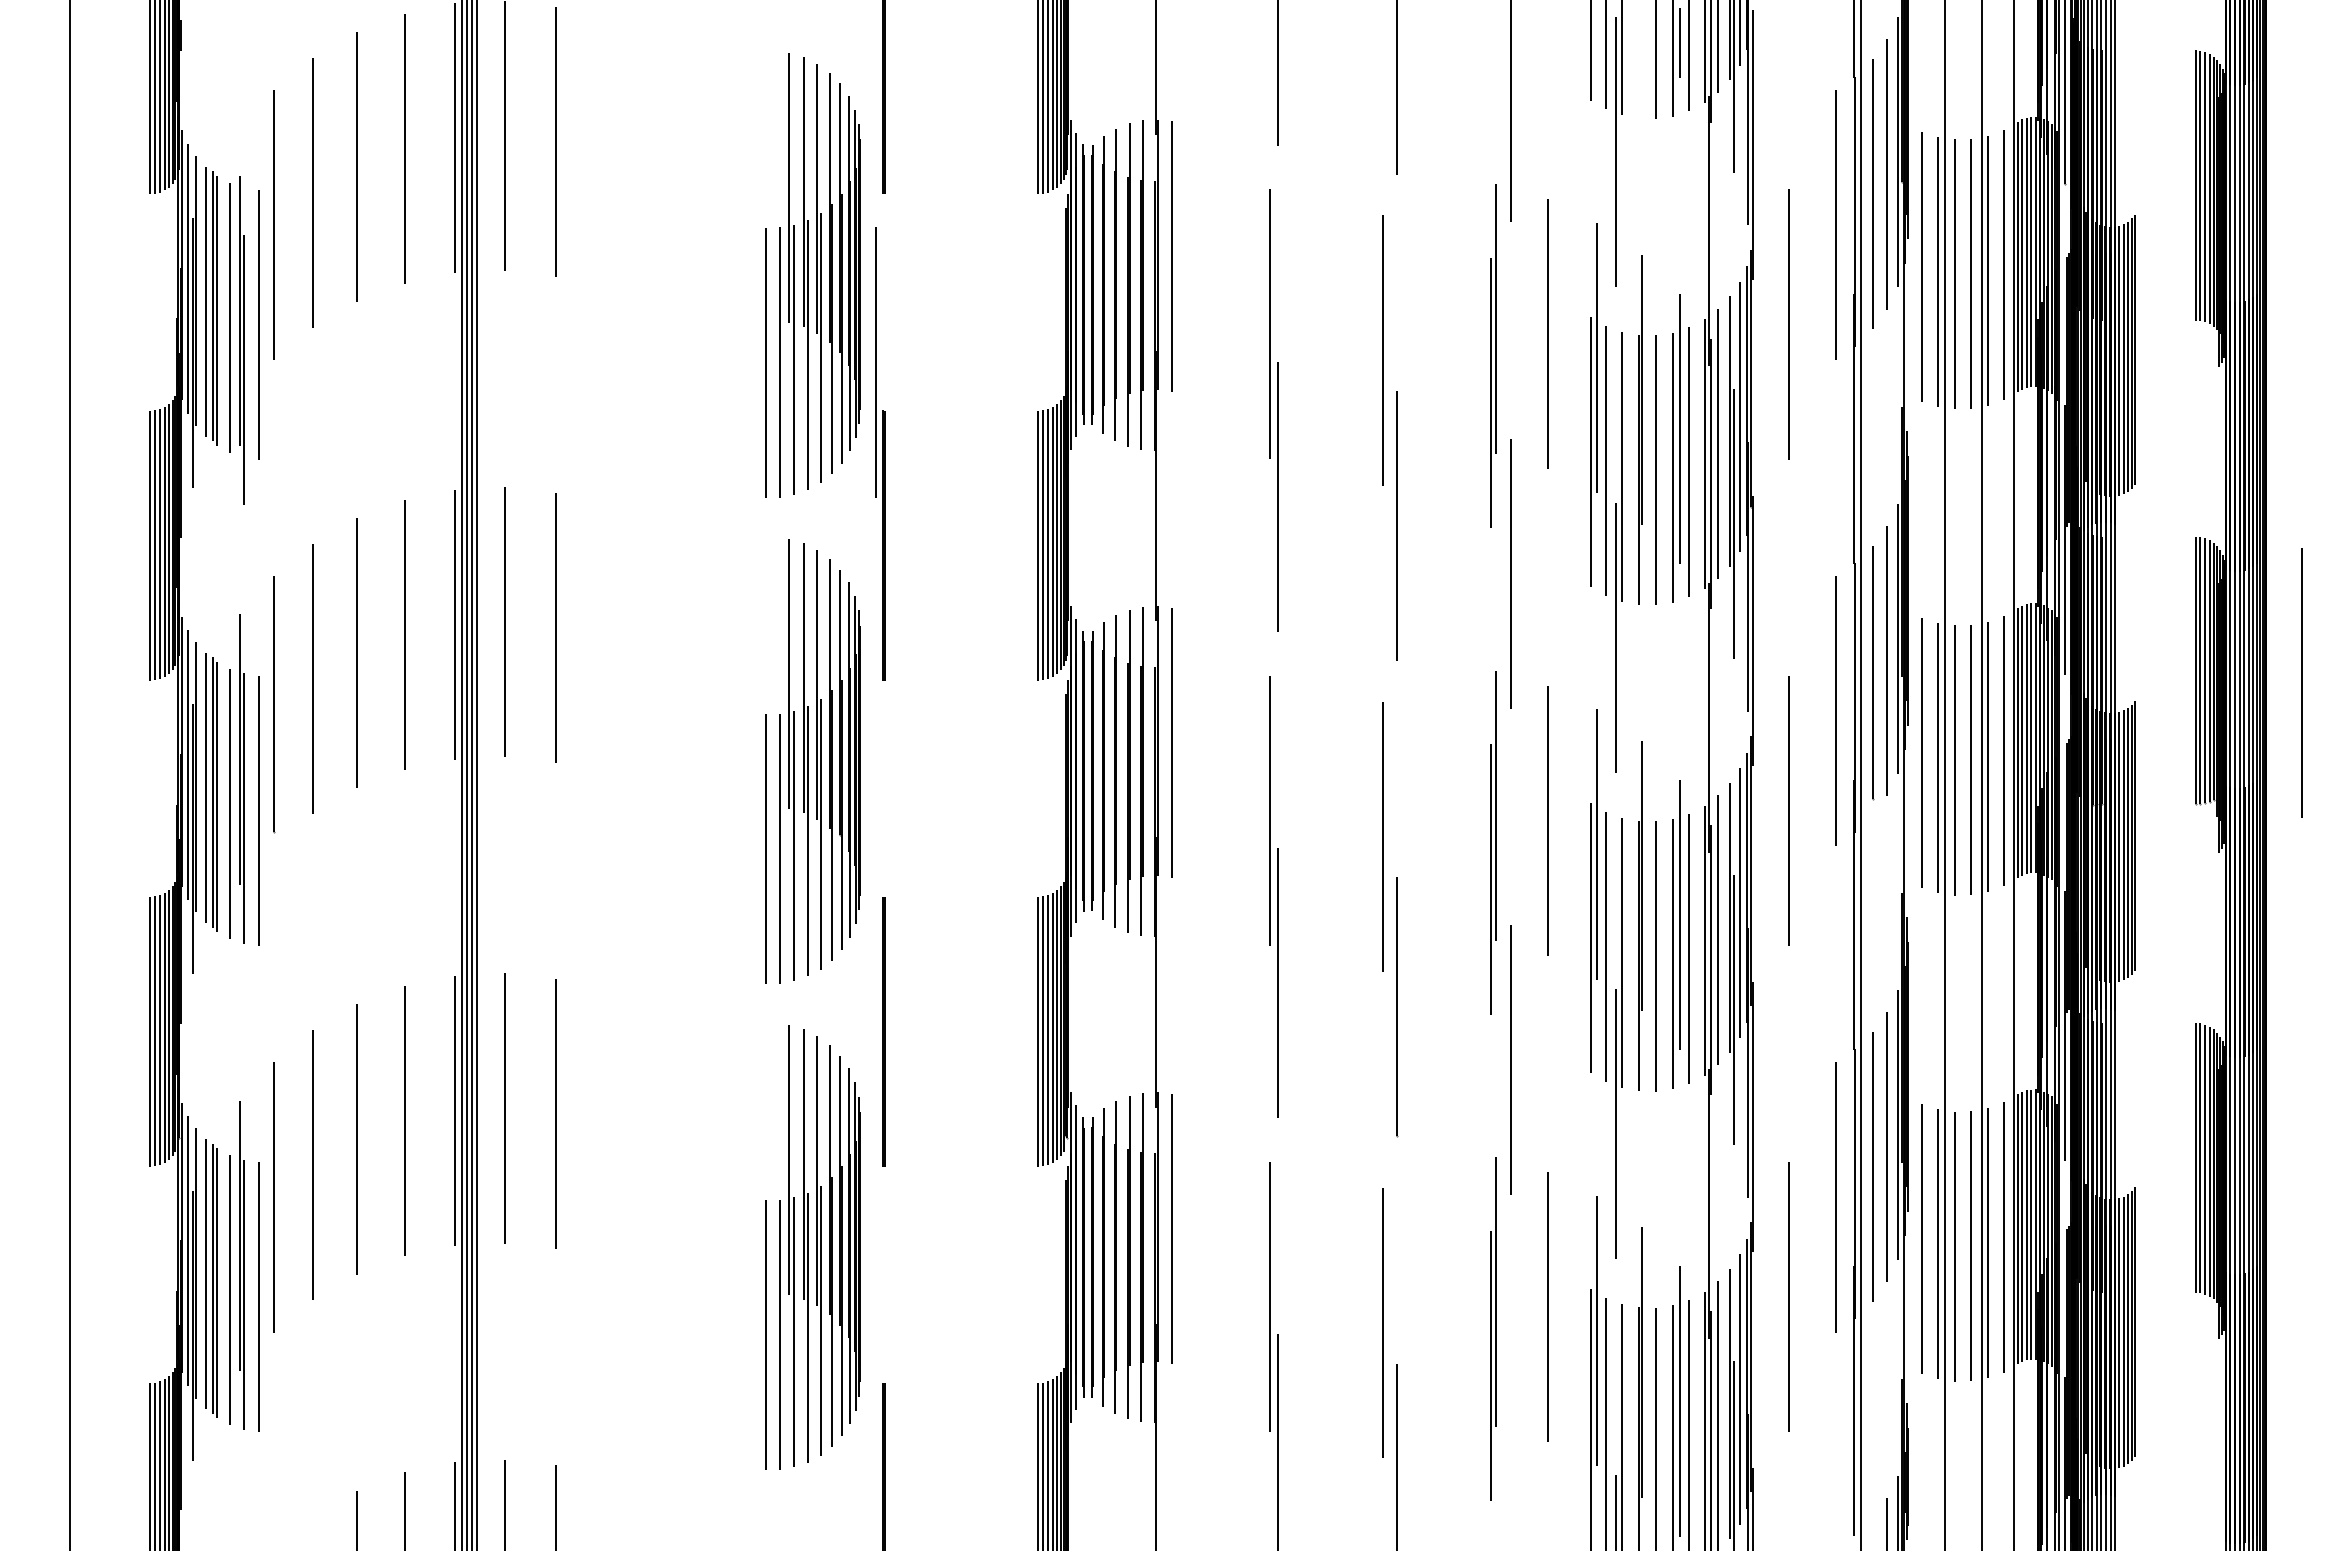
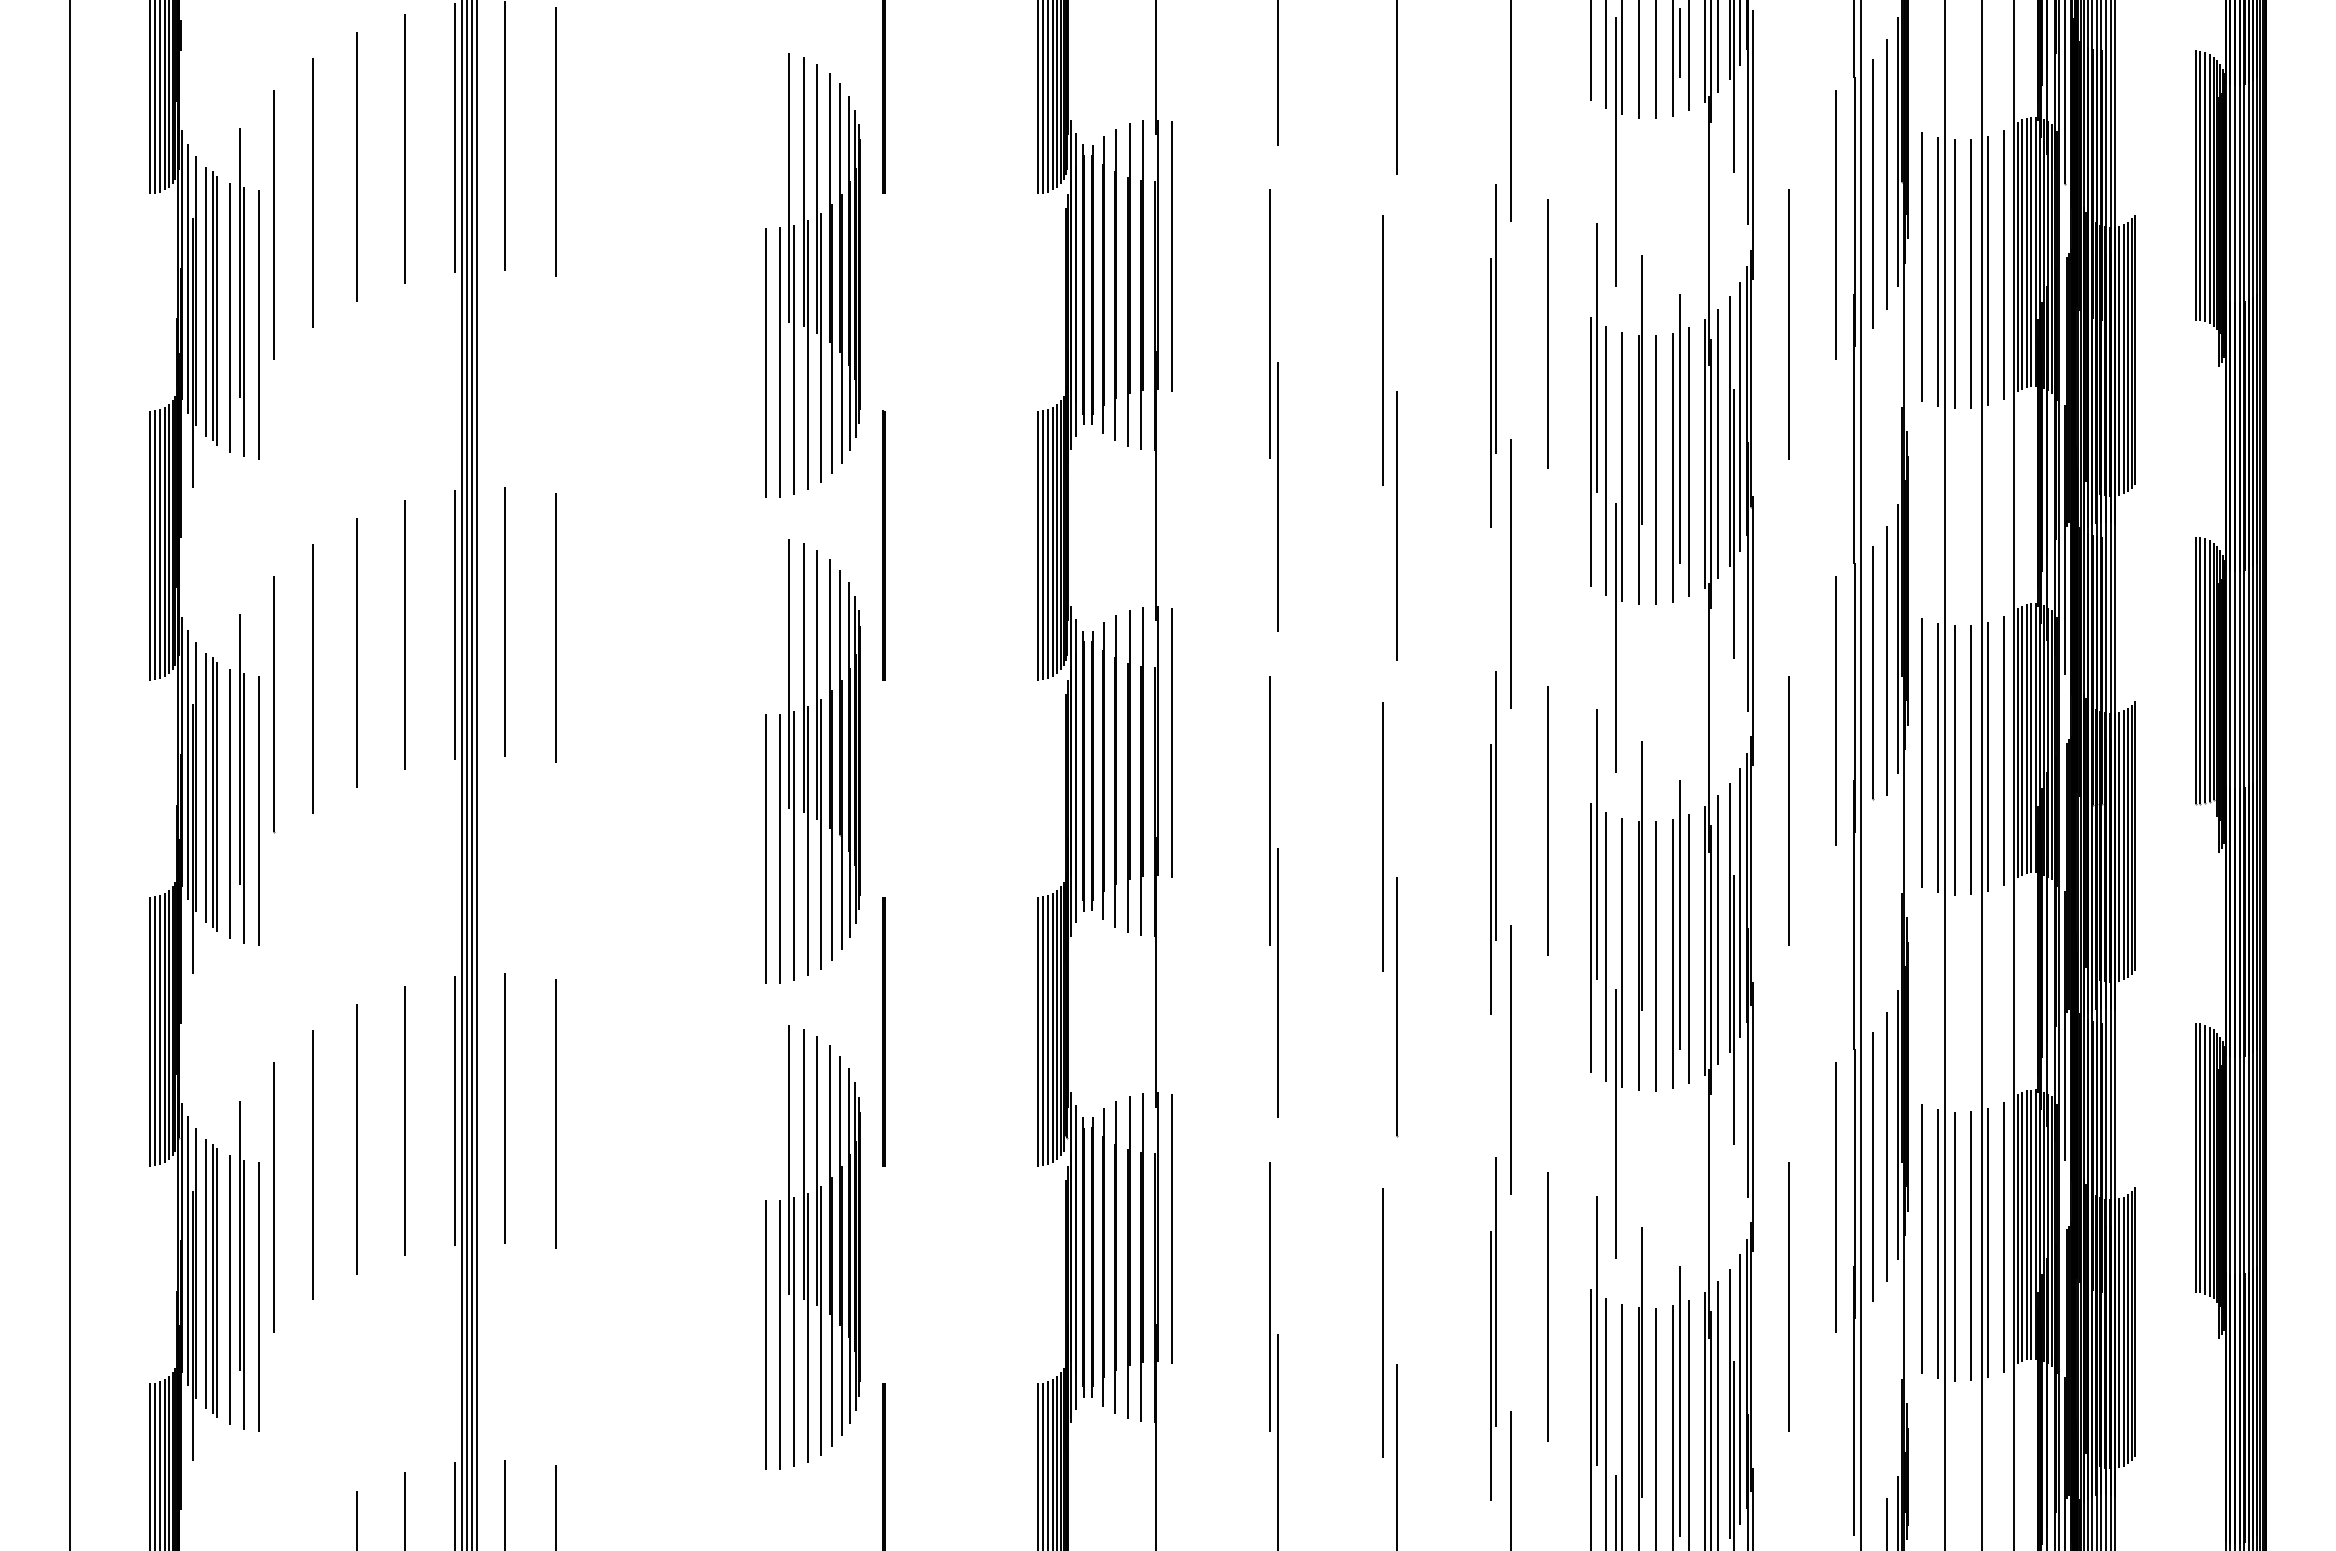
line at (1638, 60): none -> present
part at (241, 340) position: (241, 340) -> (241, 292)
line at (875, 362): present -> none
line at (2301, 682): present -> none
line at (1510, 1479): none -> present
